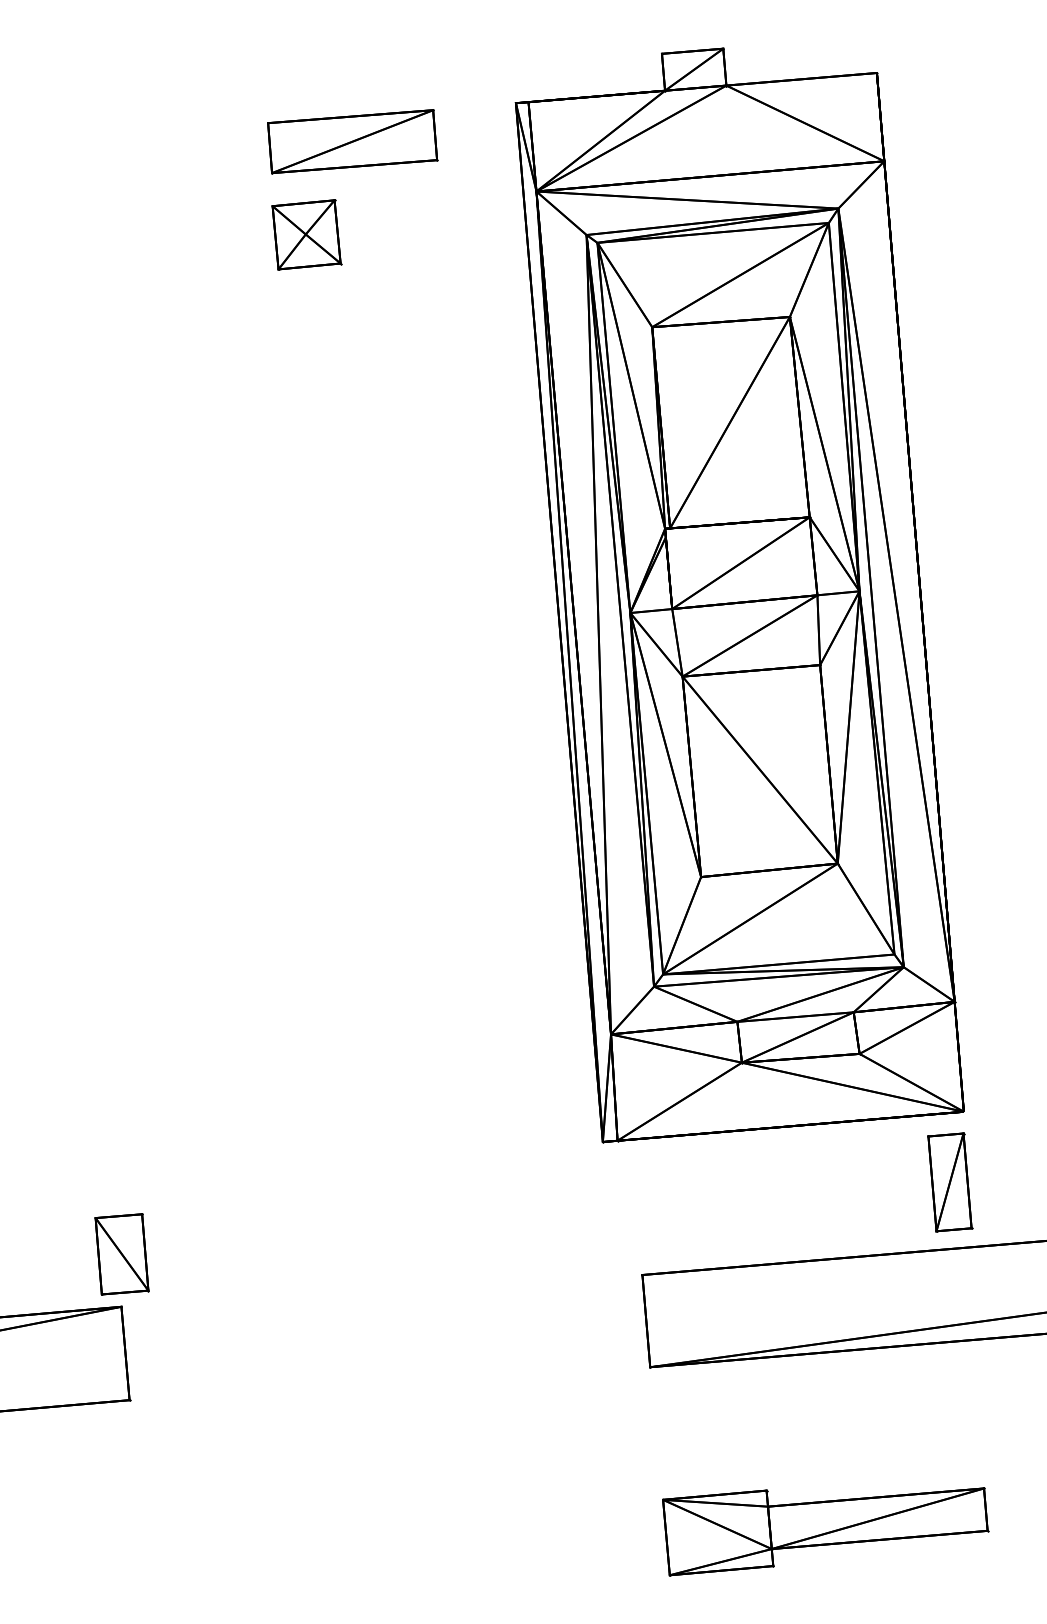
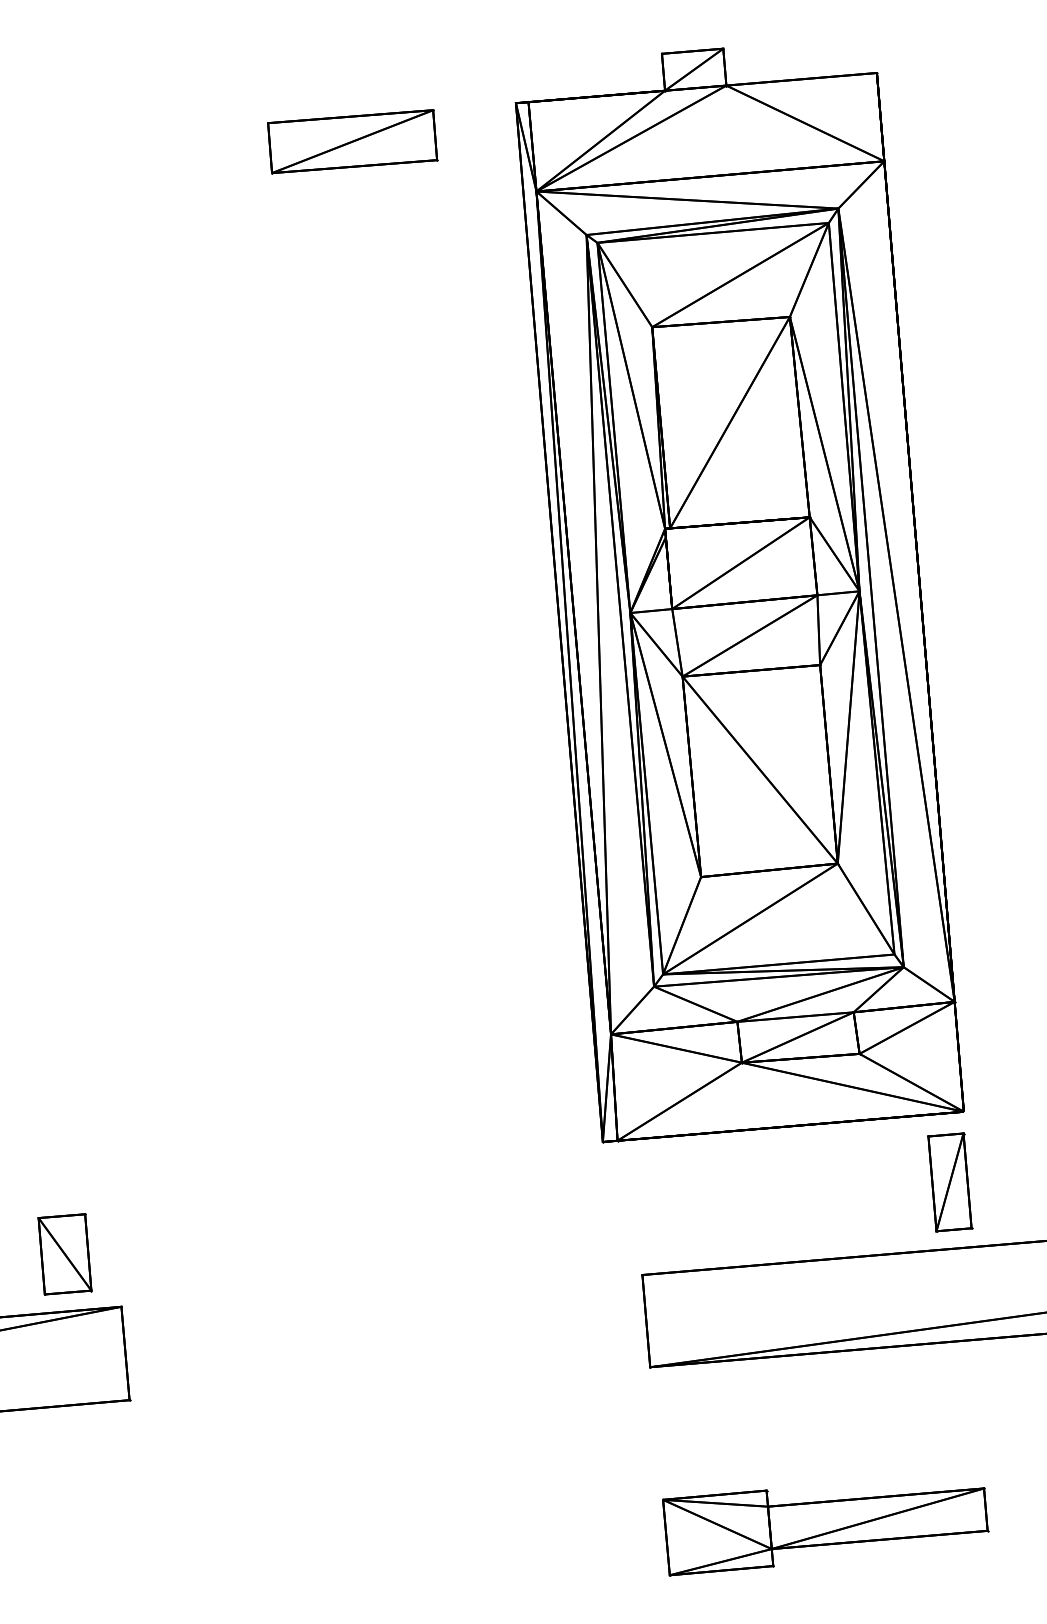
part at (306, 234): present -> none
part at (121, 1254) position: (121, 1254) -> (64, 1254)
